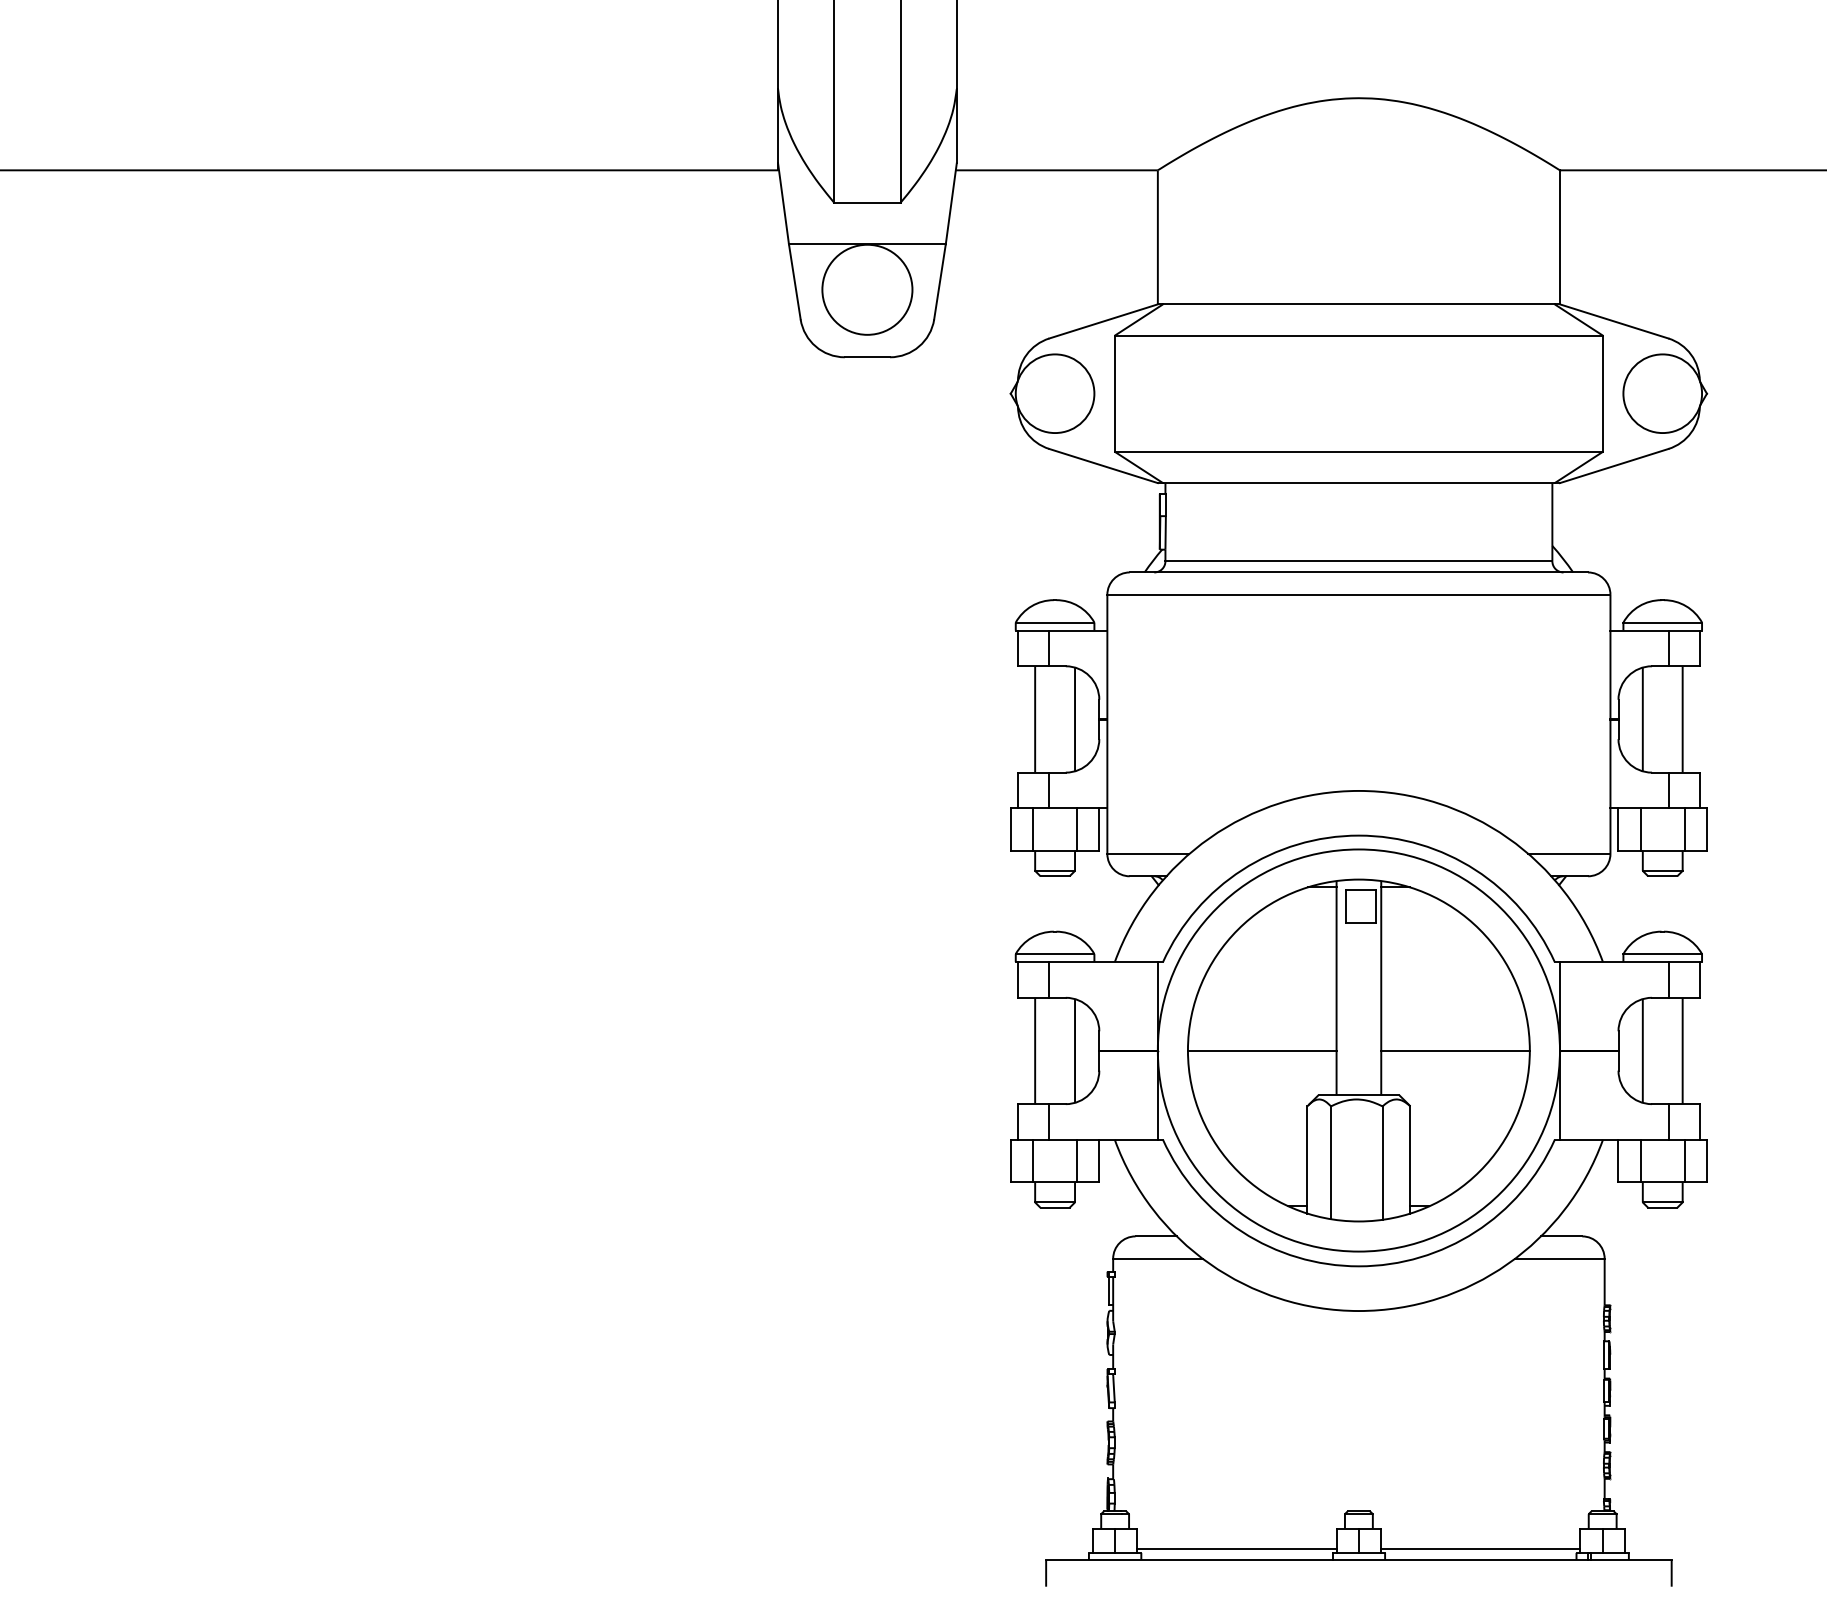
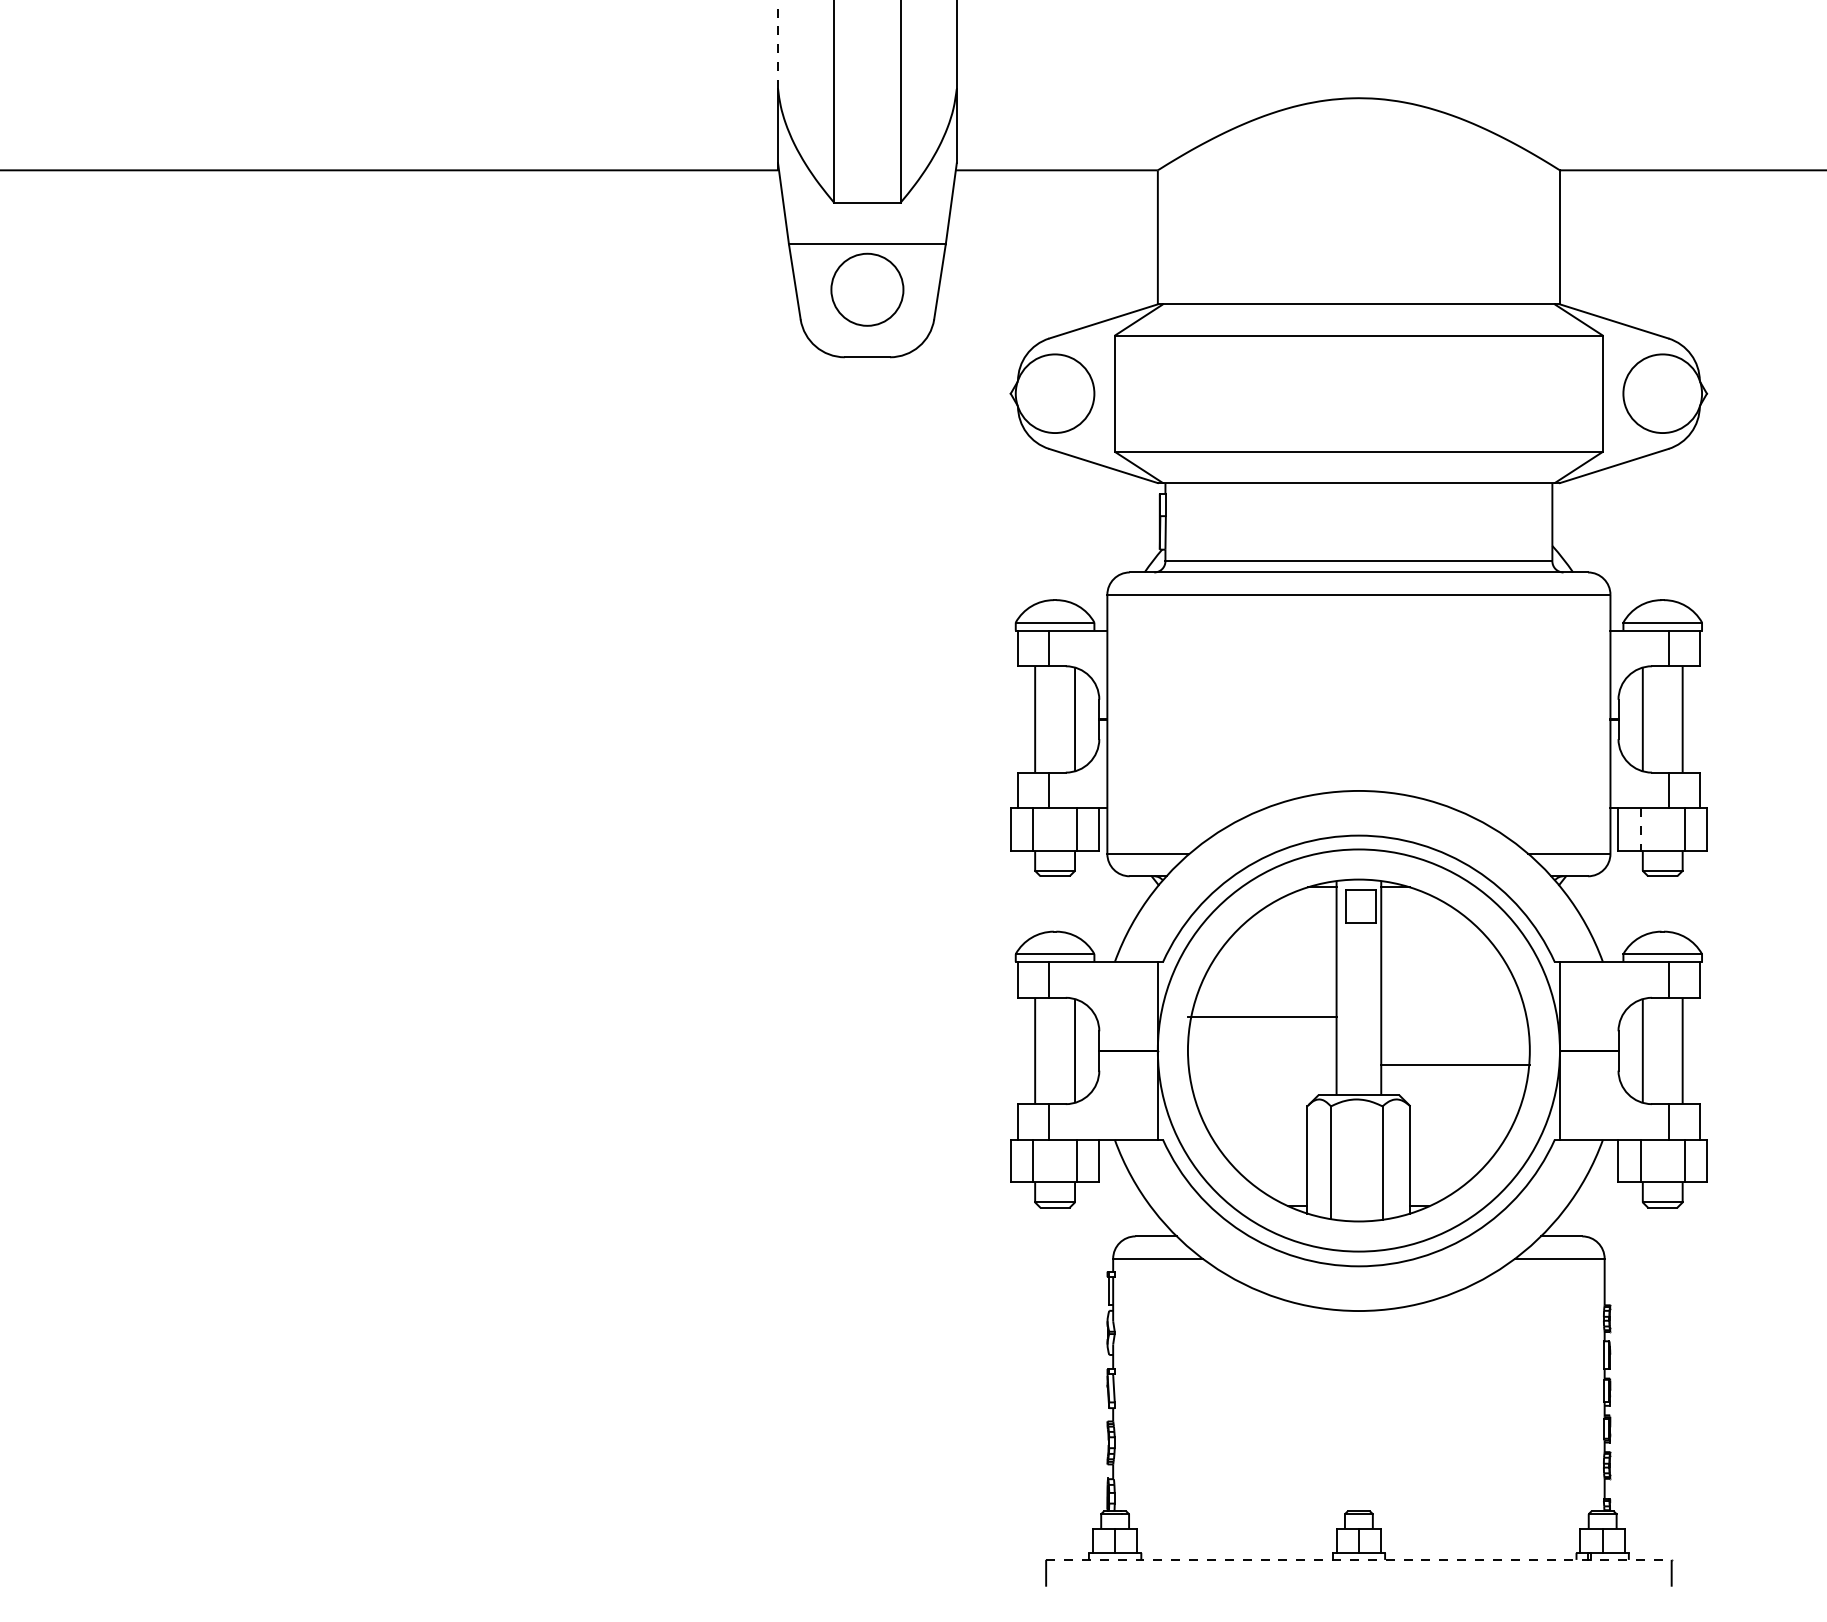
line at (778, 44): solid -> dashed
circle at (867, 289) diameter: 90 px -> 72 px
line at (1640, 830): solid -> dashed
line at (1261, 1050) position: (1261, 1050) -> (1261, 1016)
line at (1455, 1050) position: (1455, 1050) -> (1455, 1064)
line at (1236, 1548): present -> none
line at (1480, 1548): present -> none
line at (1358, 1559): solid -> dashed
